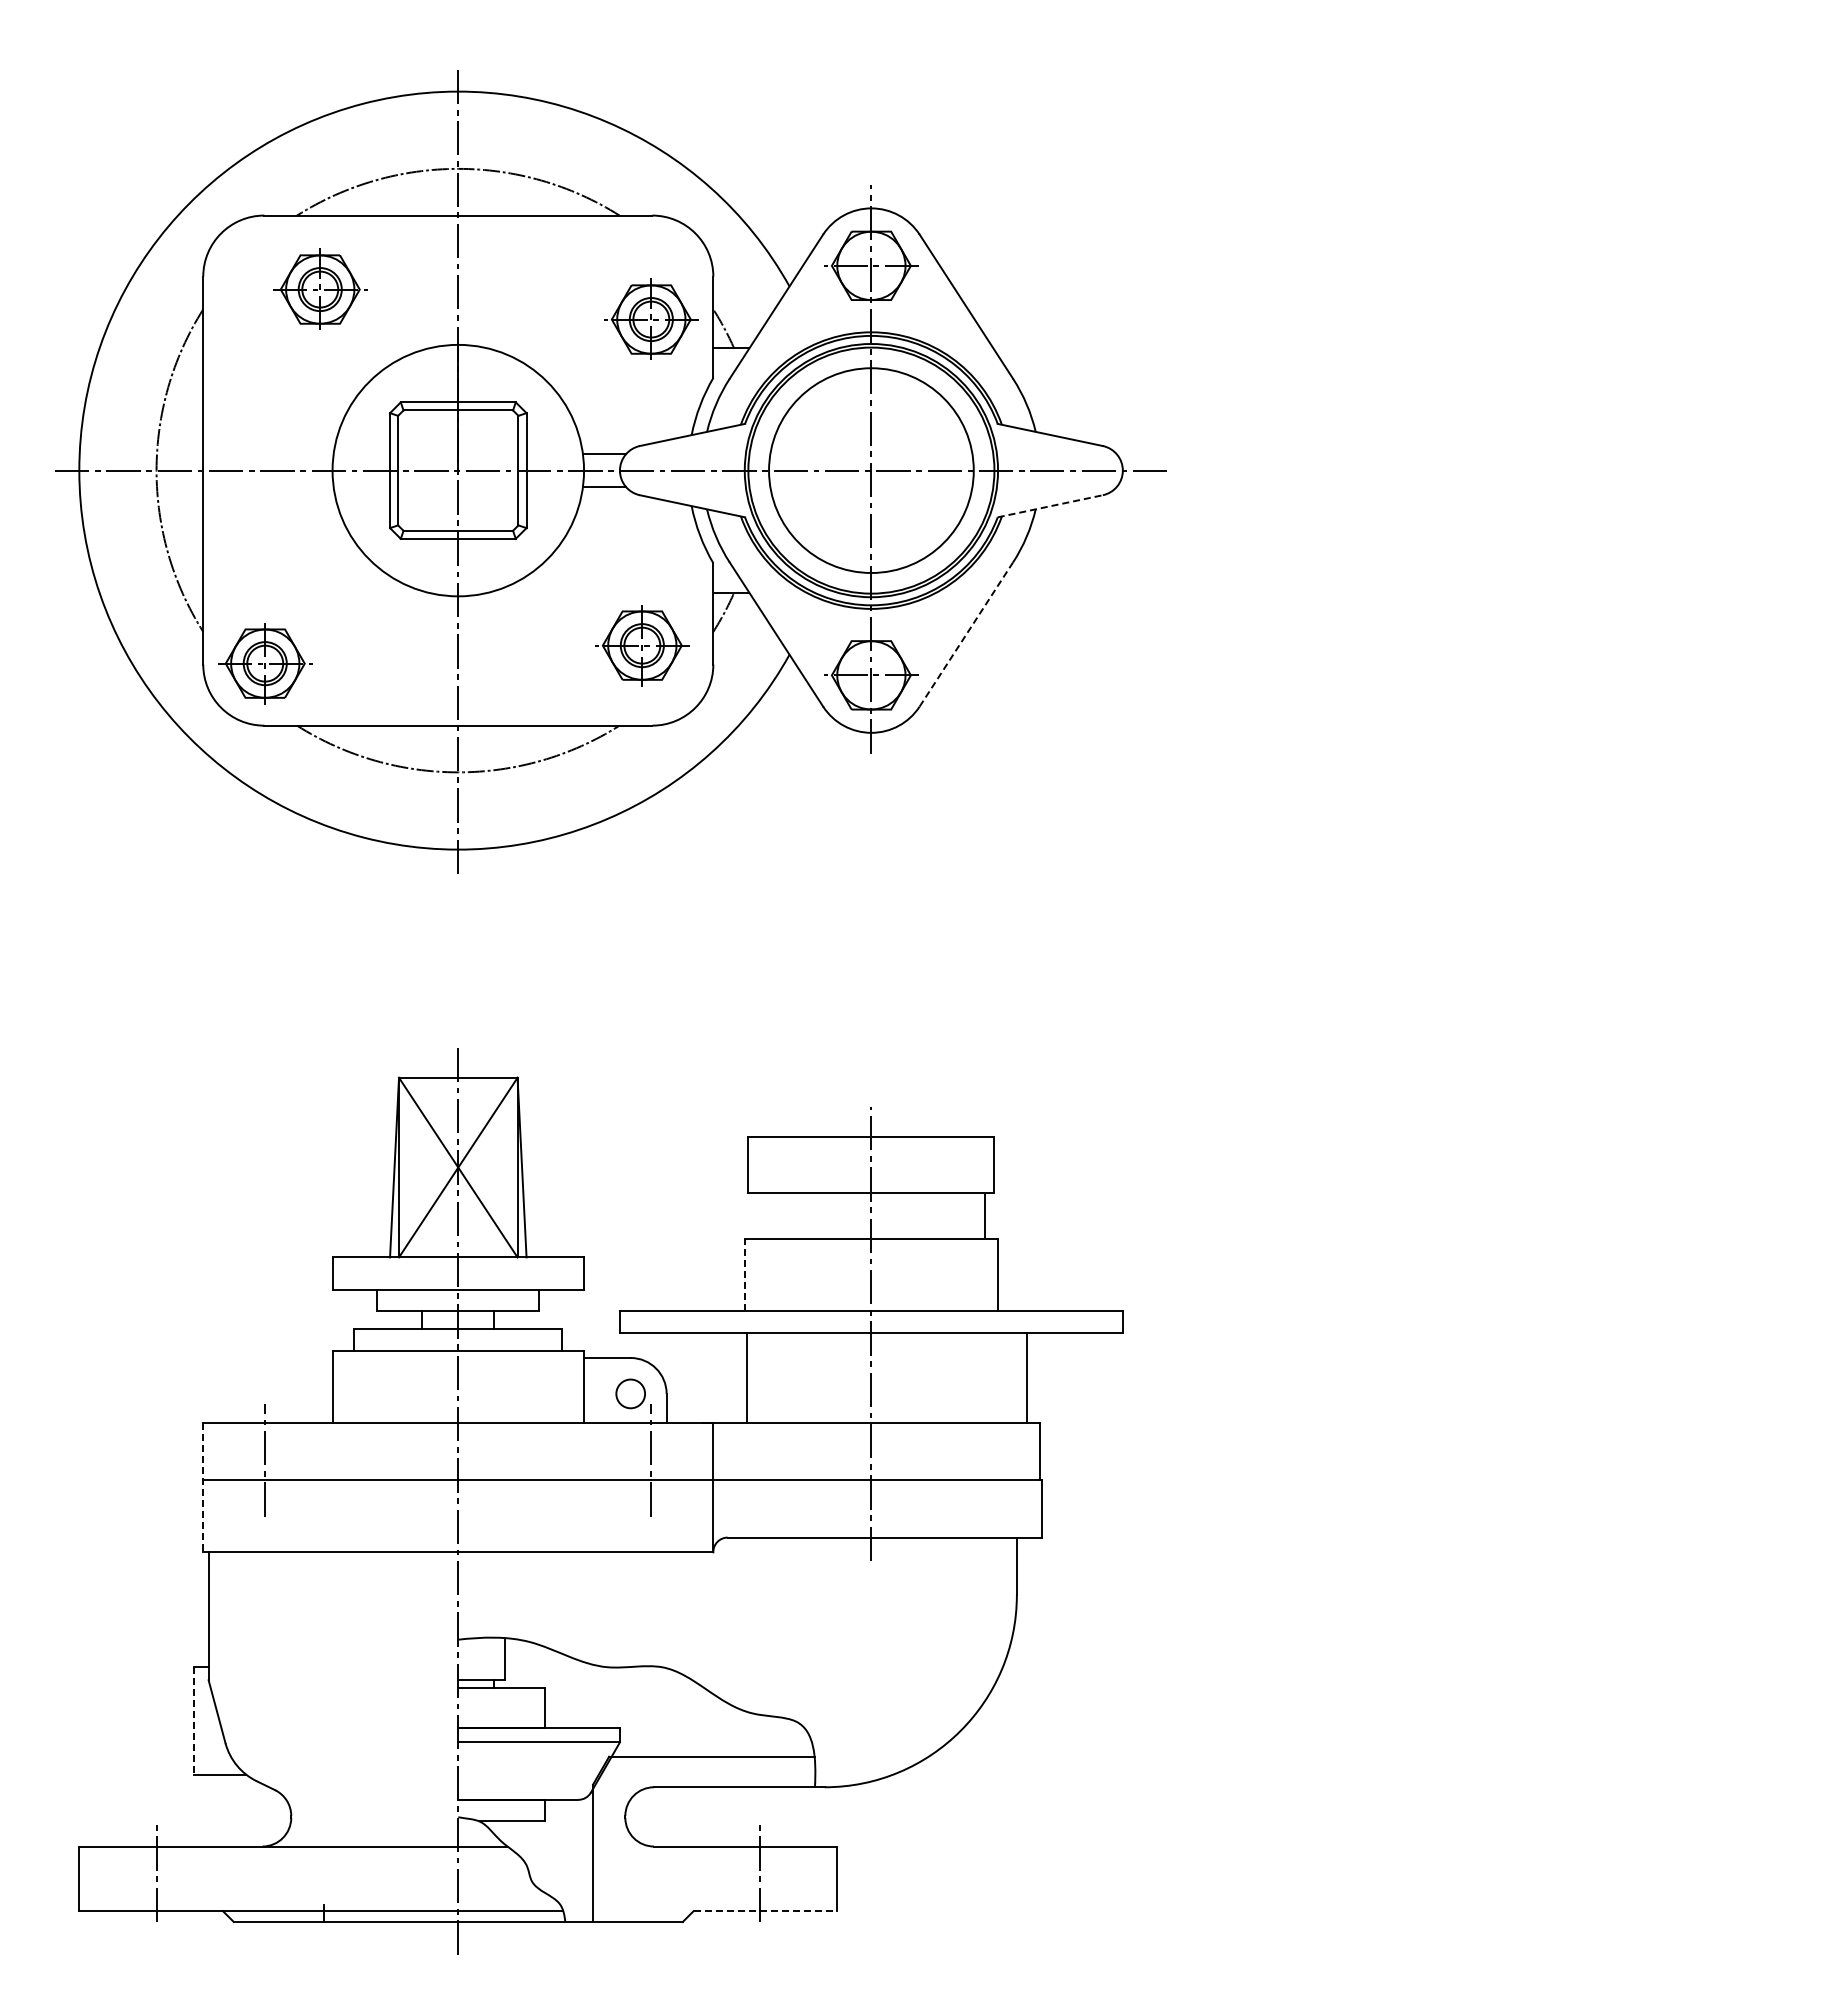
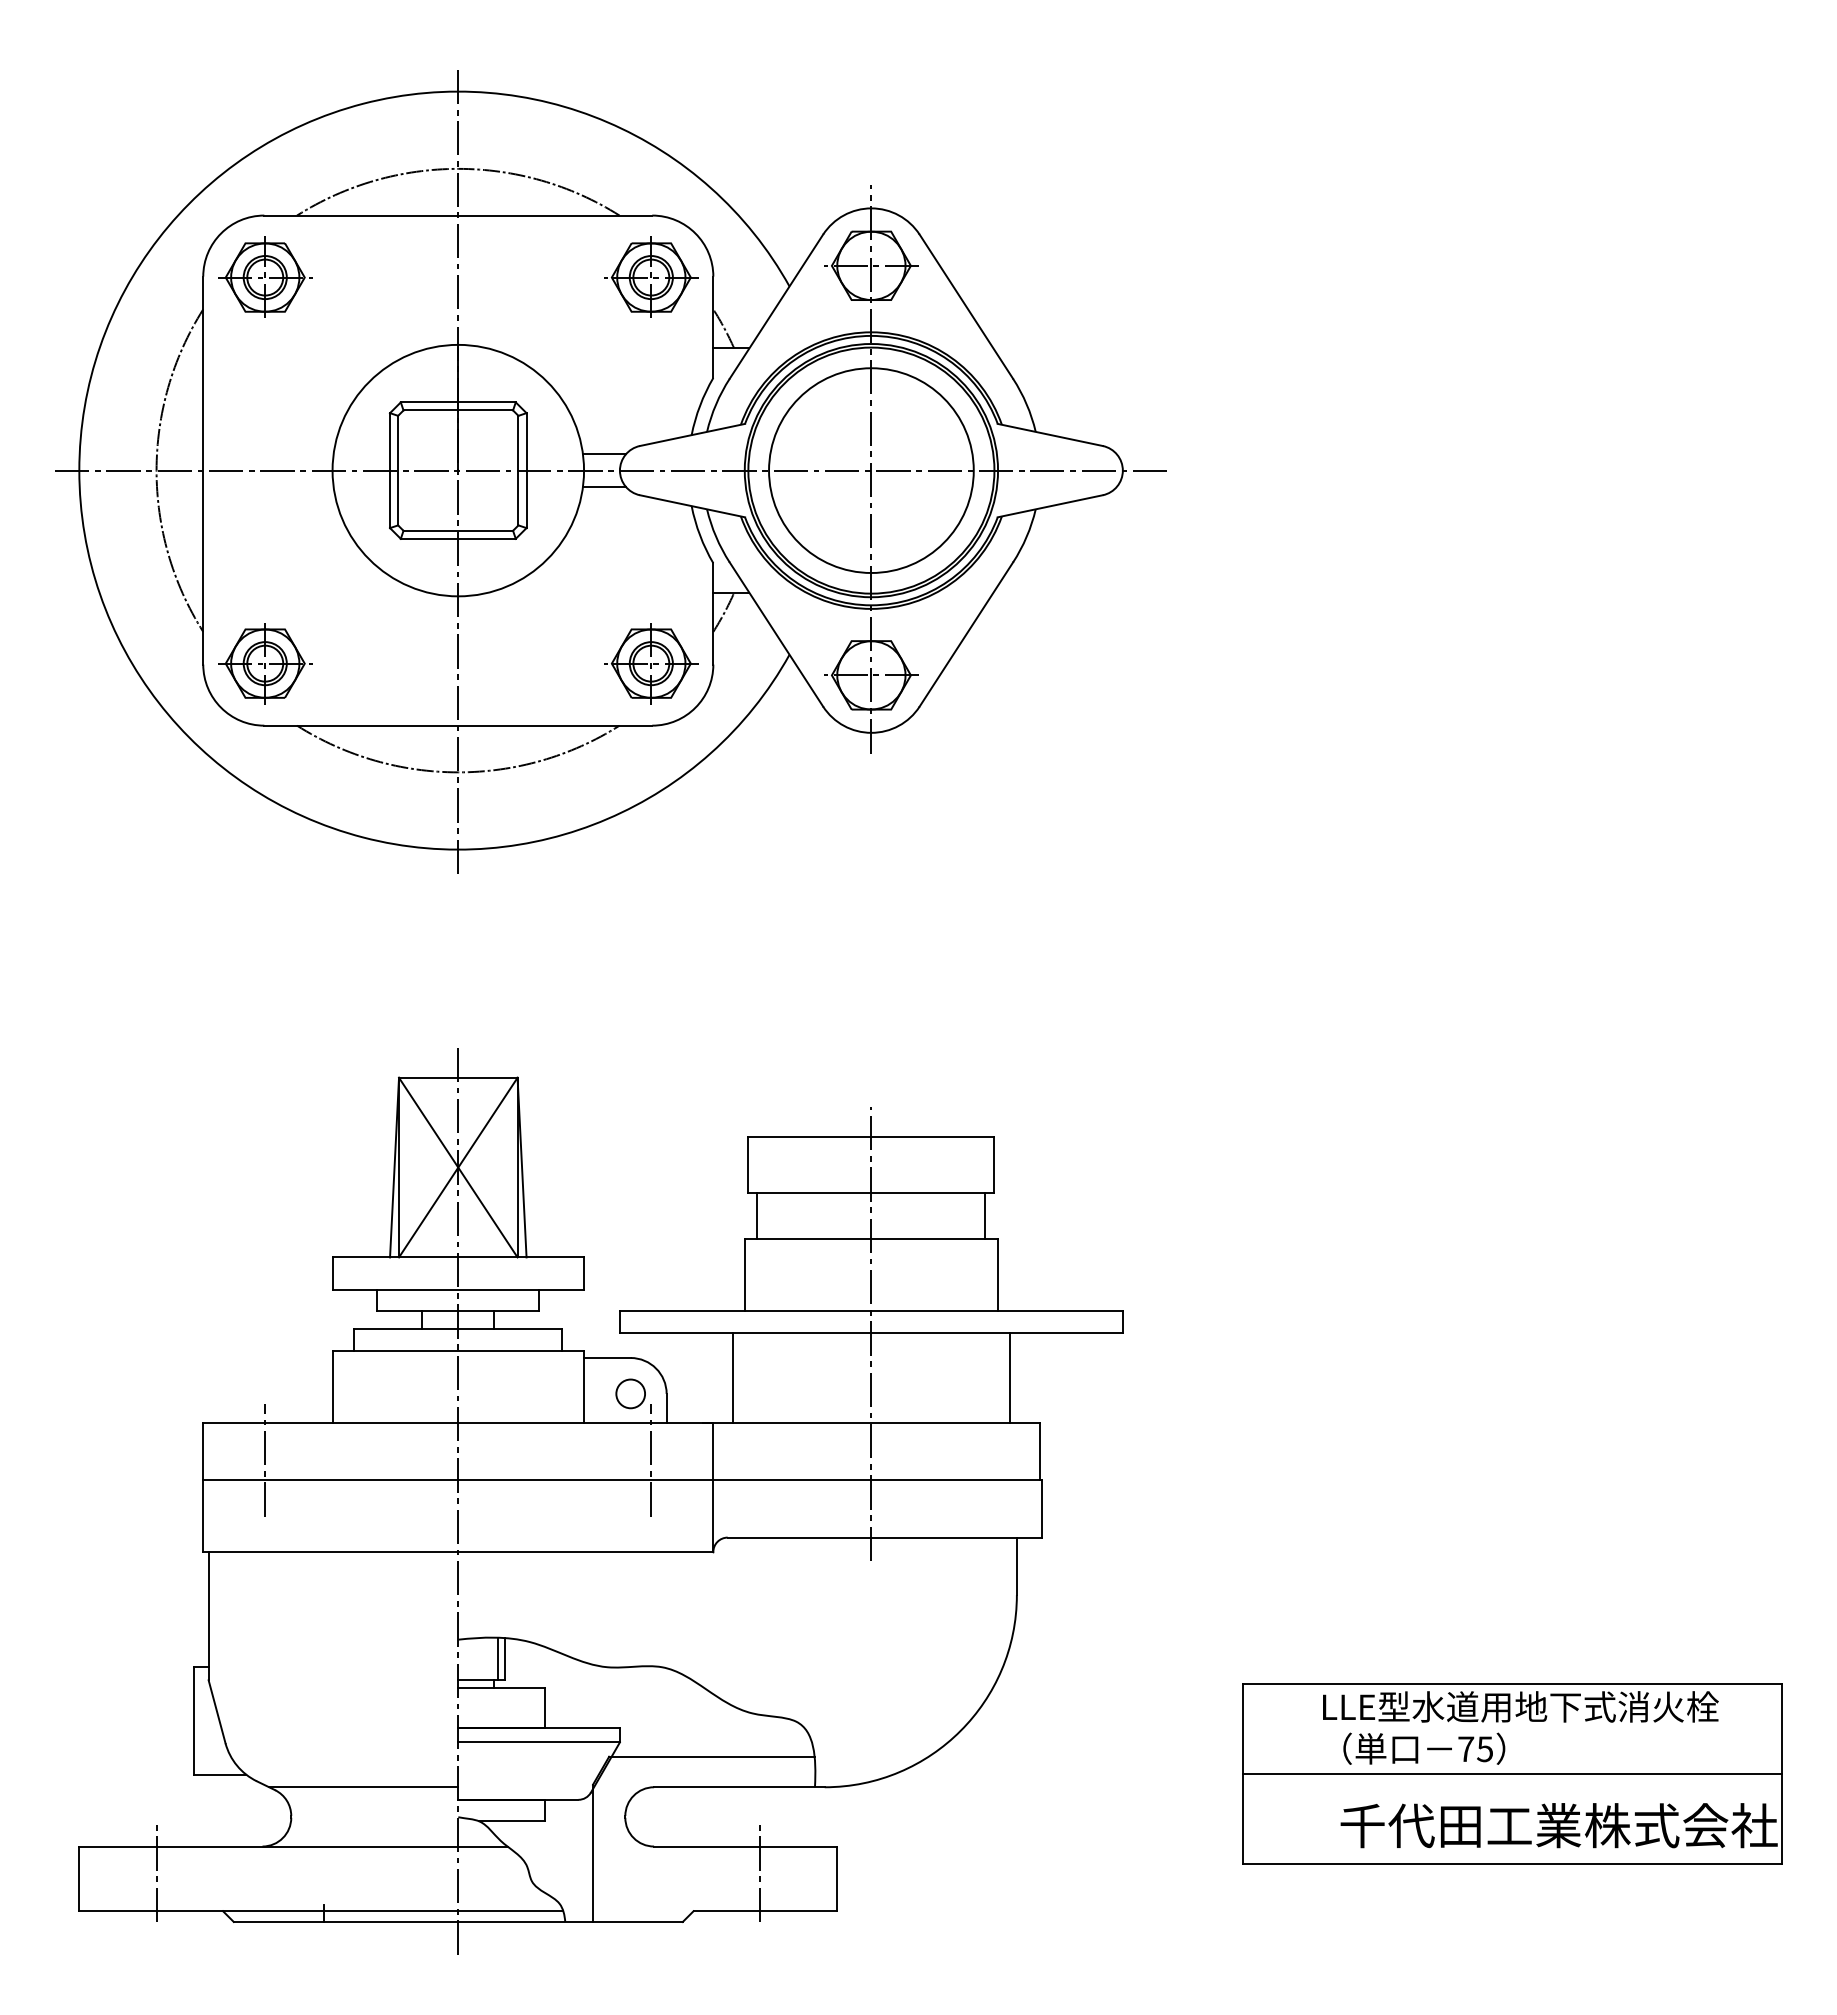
part at (320, 288) position: (320, 288) -> (265, 276)
part at (651, 318) position: (651, 318) -> (651, 276)
line at (1050, 506): dashed -> solid
line at (966, 634): dashed -> solid
part at (642, 645) position: (642, 645) -> (651, 663)
line at (757, 1215): none -> present
line at (744, 1275): dashed -> solid
line at (747, 1377) position: (747, 1377) -> (733, 1377)
line at (1026, 1377) position: (1026, 1377) -> (1009, 1377)
line at (203, 1487): dashed -> solid
line at (497, 1658): none -> present
line at (194, 1720): dashed -> solid
part at (1512, 1773): none -> present
line at (363, 1787): none -> present
line at (765, 1911): dashed -> solid
